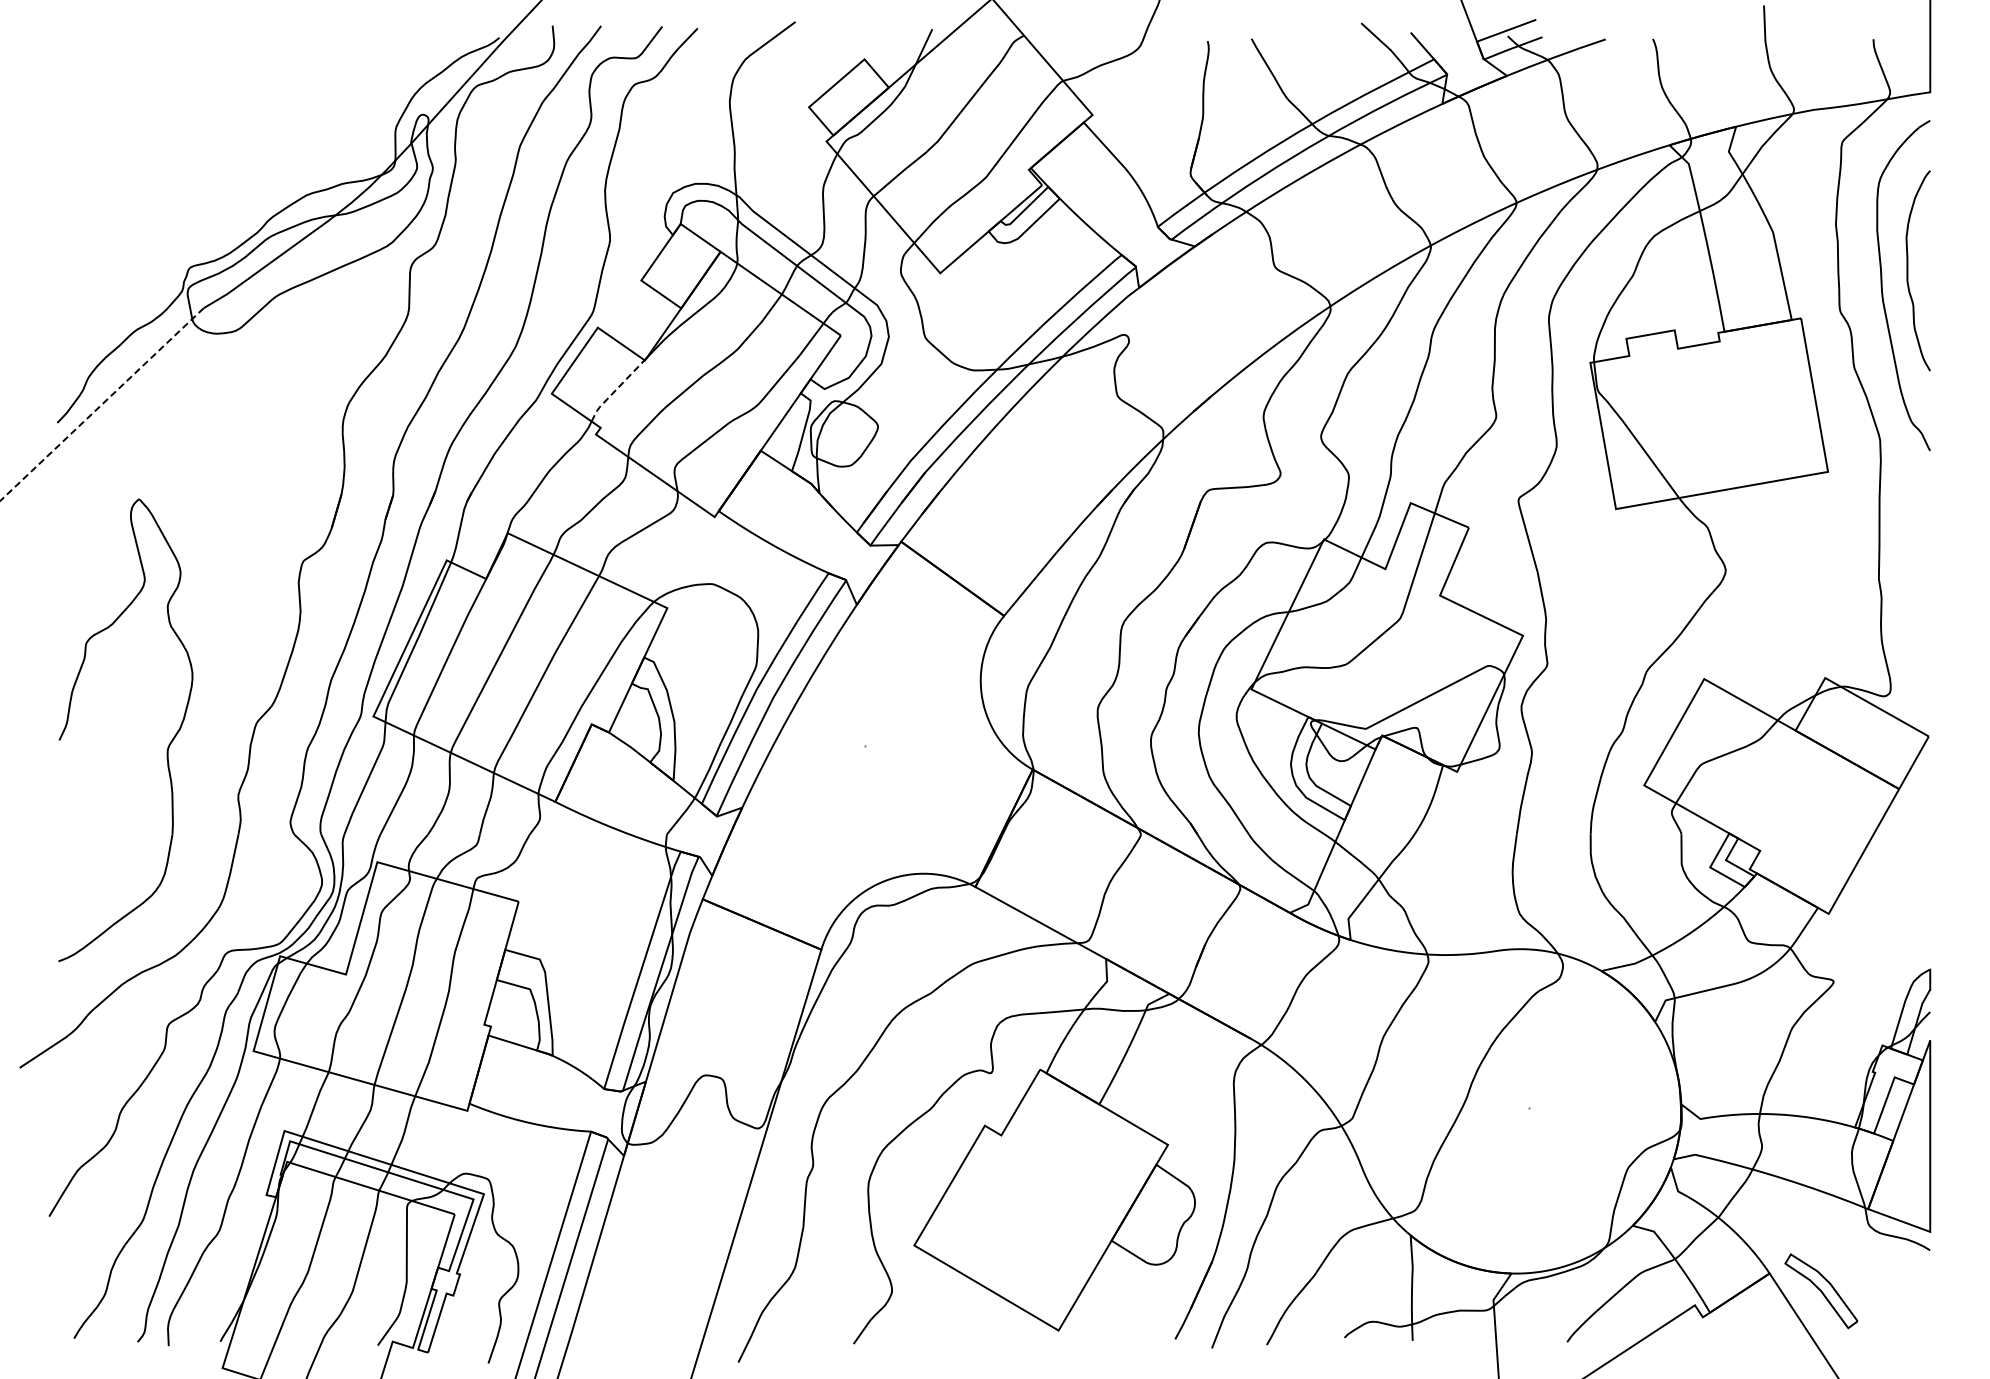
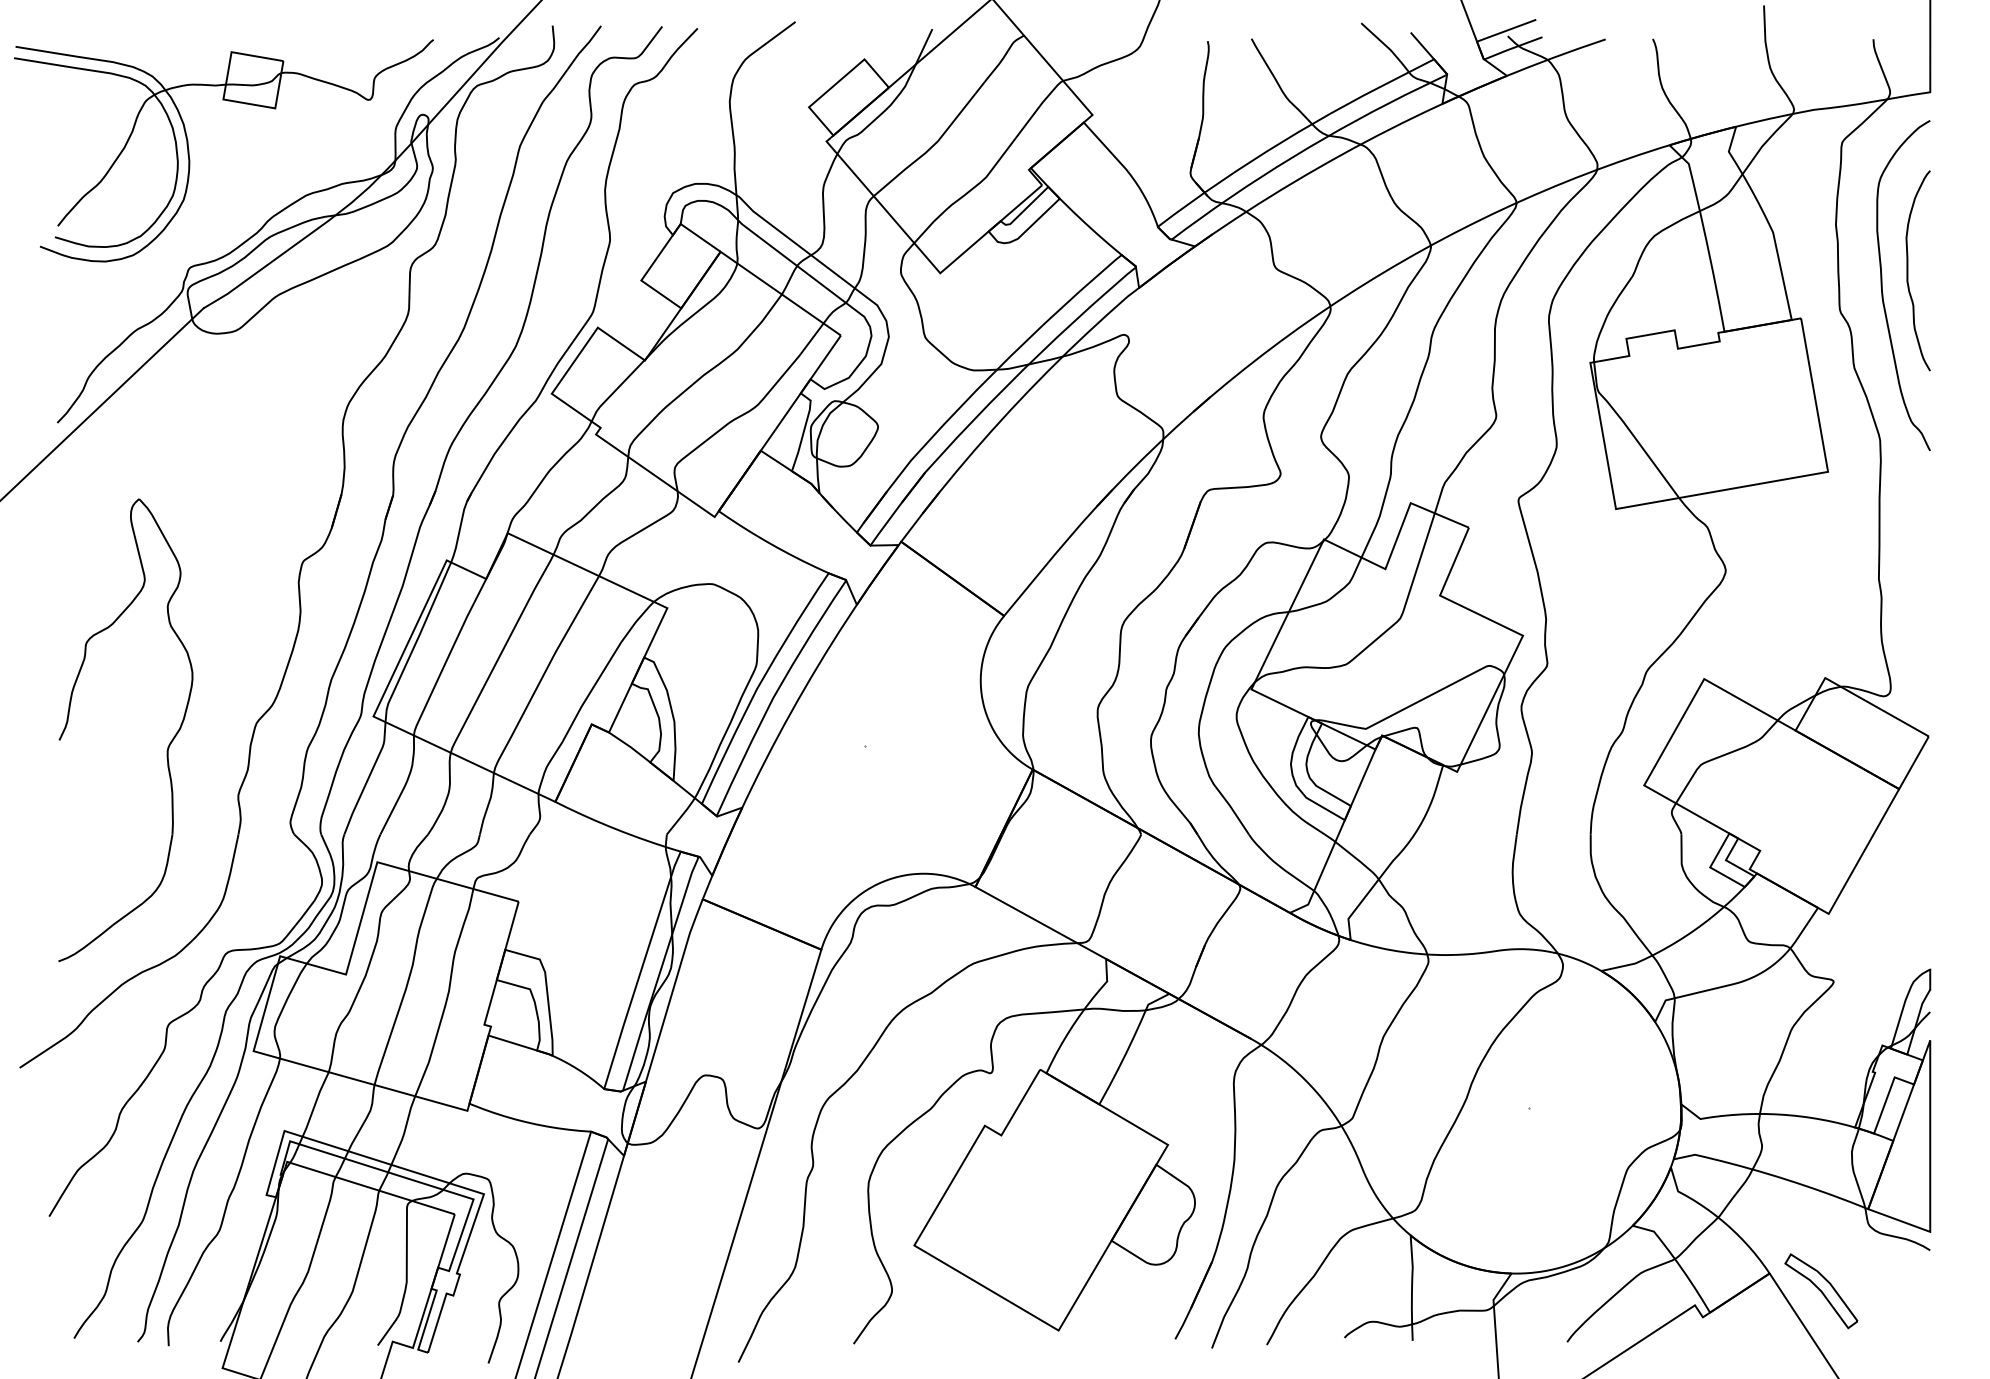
part at (189, 150): none -> present
line at (615, 390): dashed -> solid
line at (102, 404): dashed -> solid
